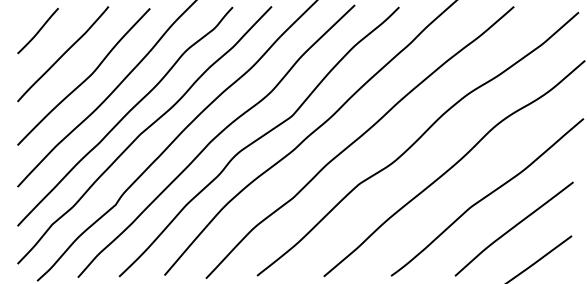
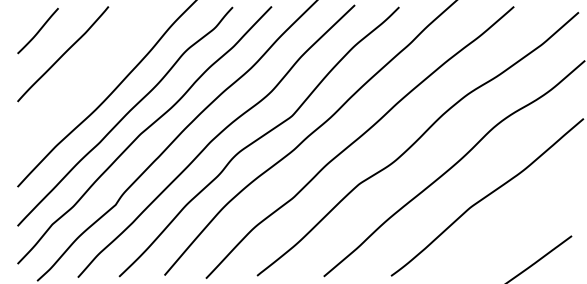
curve at (85, 78): present -> none
curve at (513, 228): present -> none
